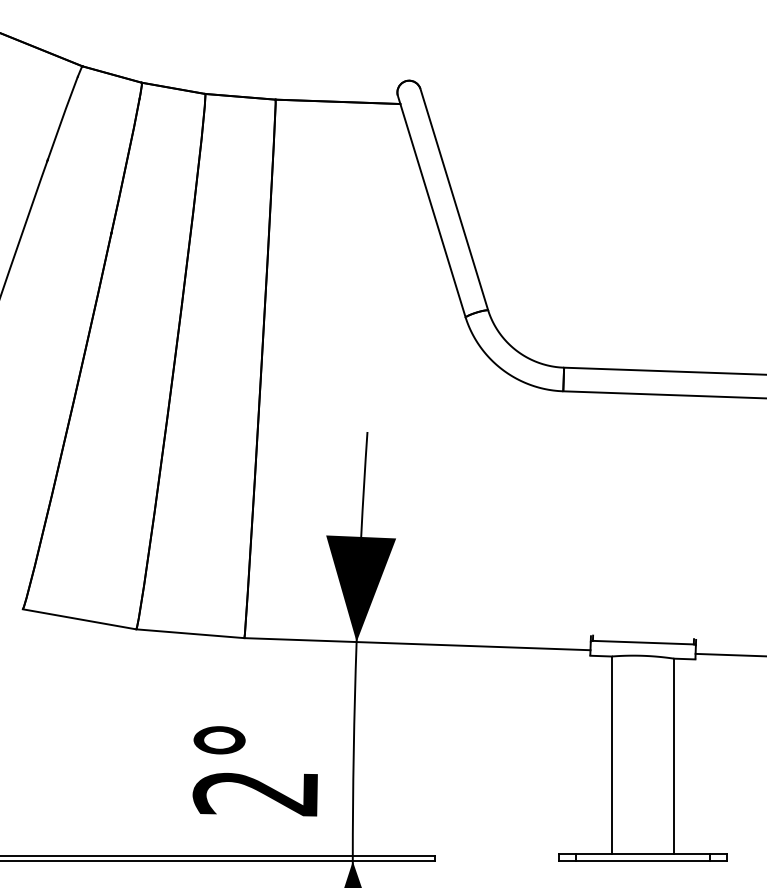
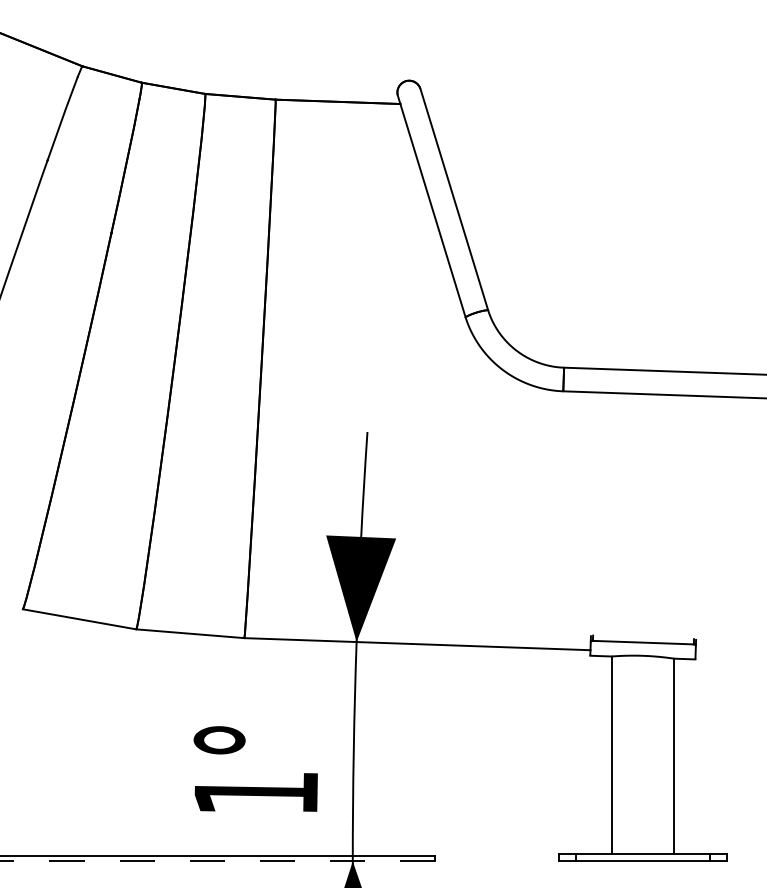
line at (729, 654): present -> none
text at (254, 794): 2° -> 1°
line at (218, 861): solid -> dashed
